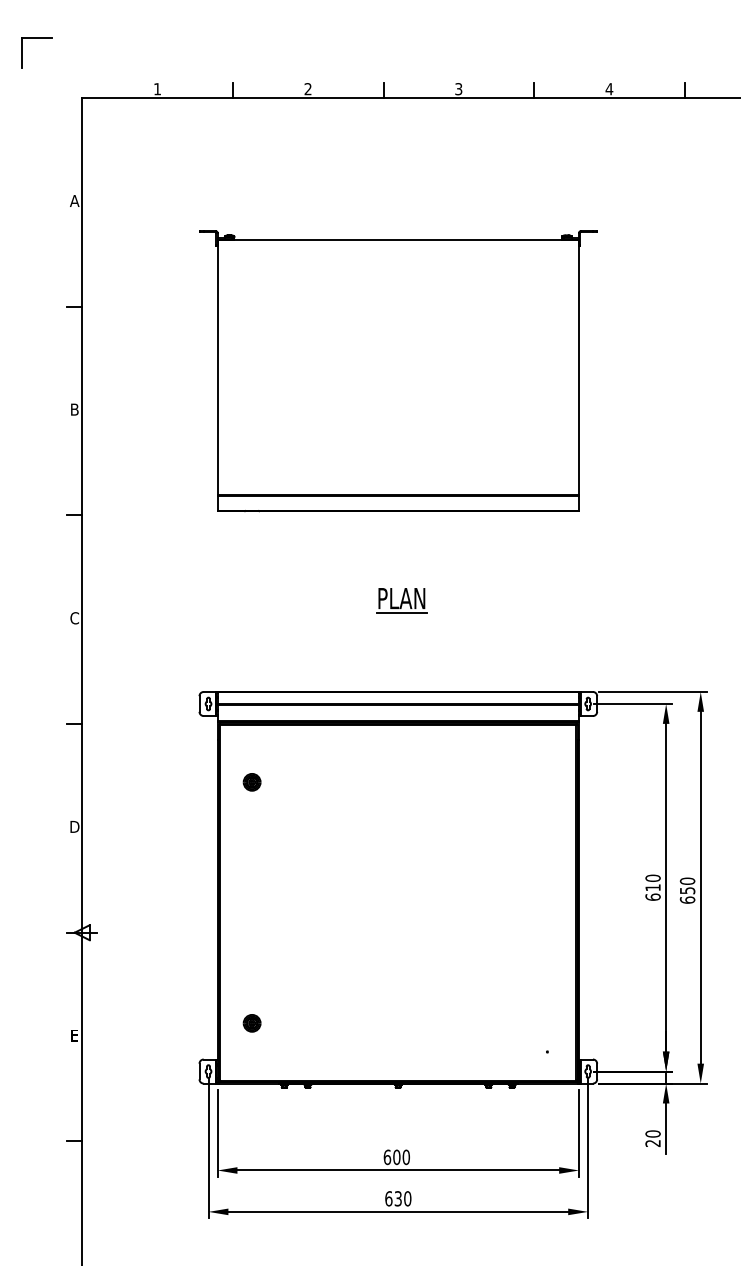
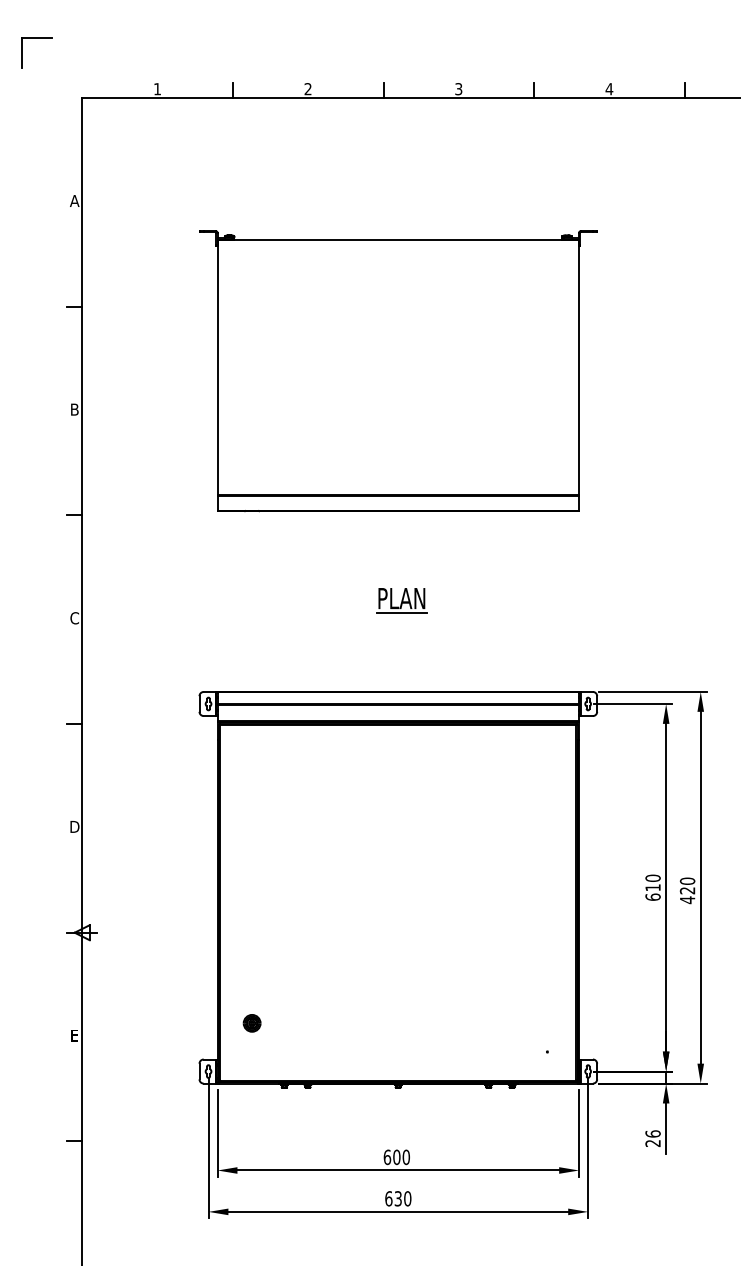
part at (251, 782): present -> none
text at (687, 895): 650 -> 420
text at (652, 1133): 20 -> 26
